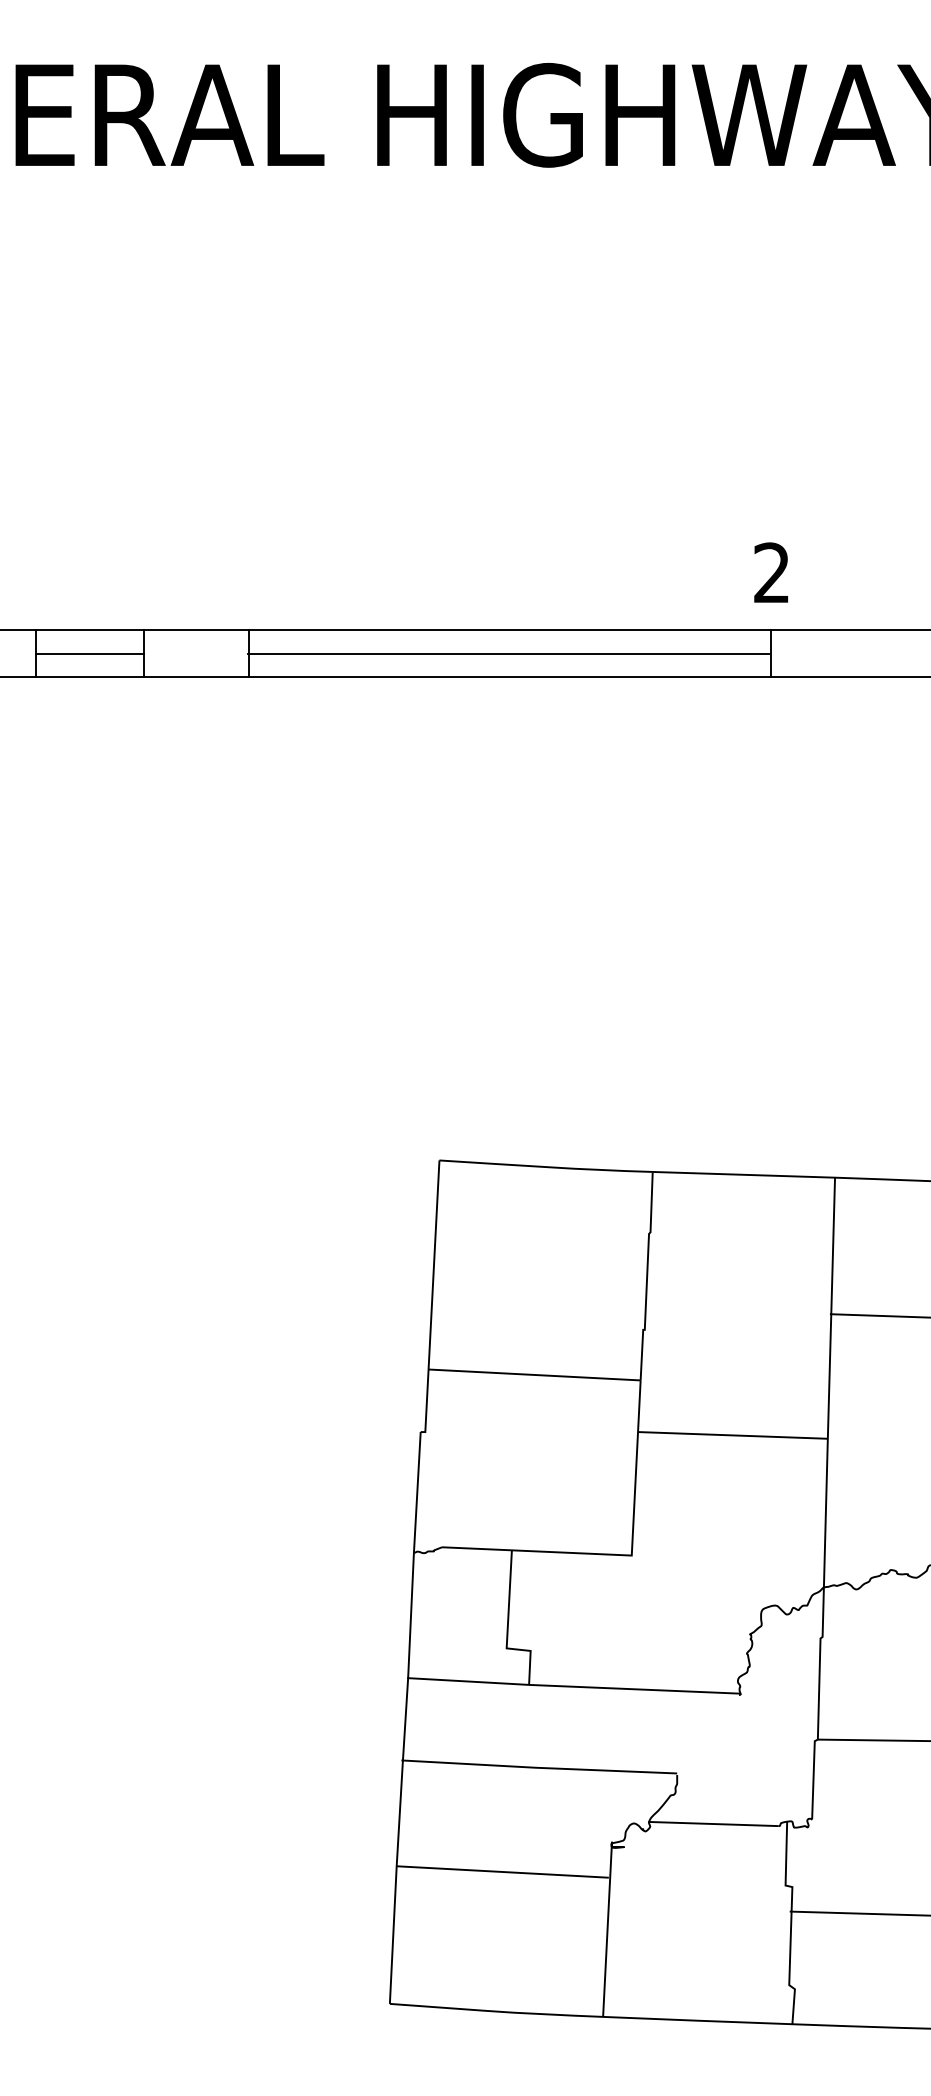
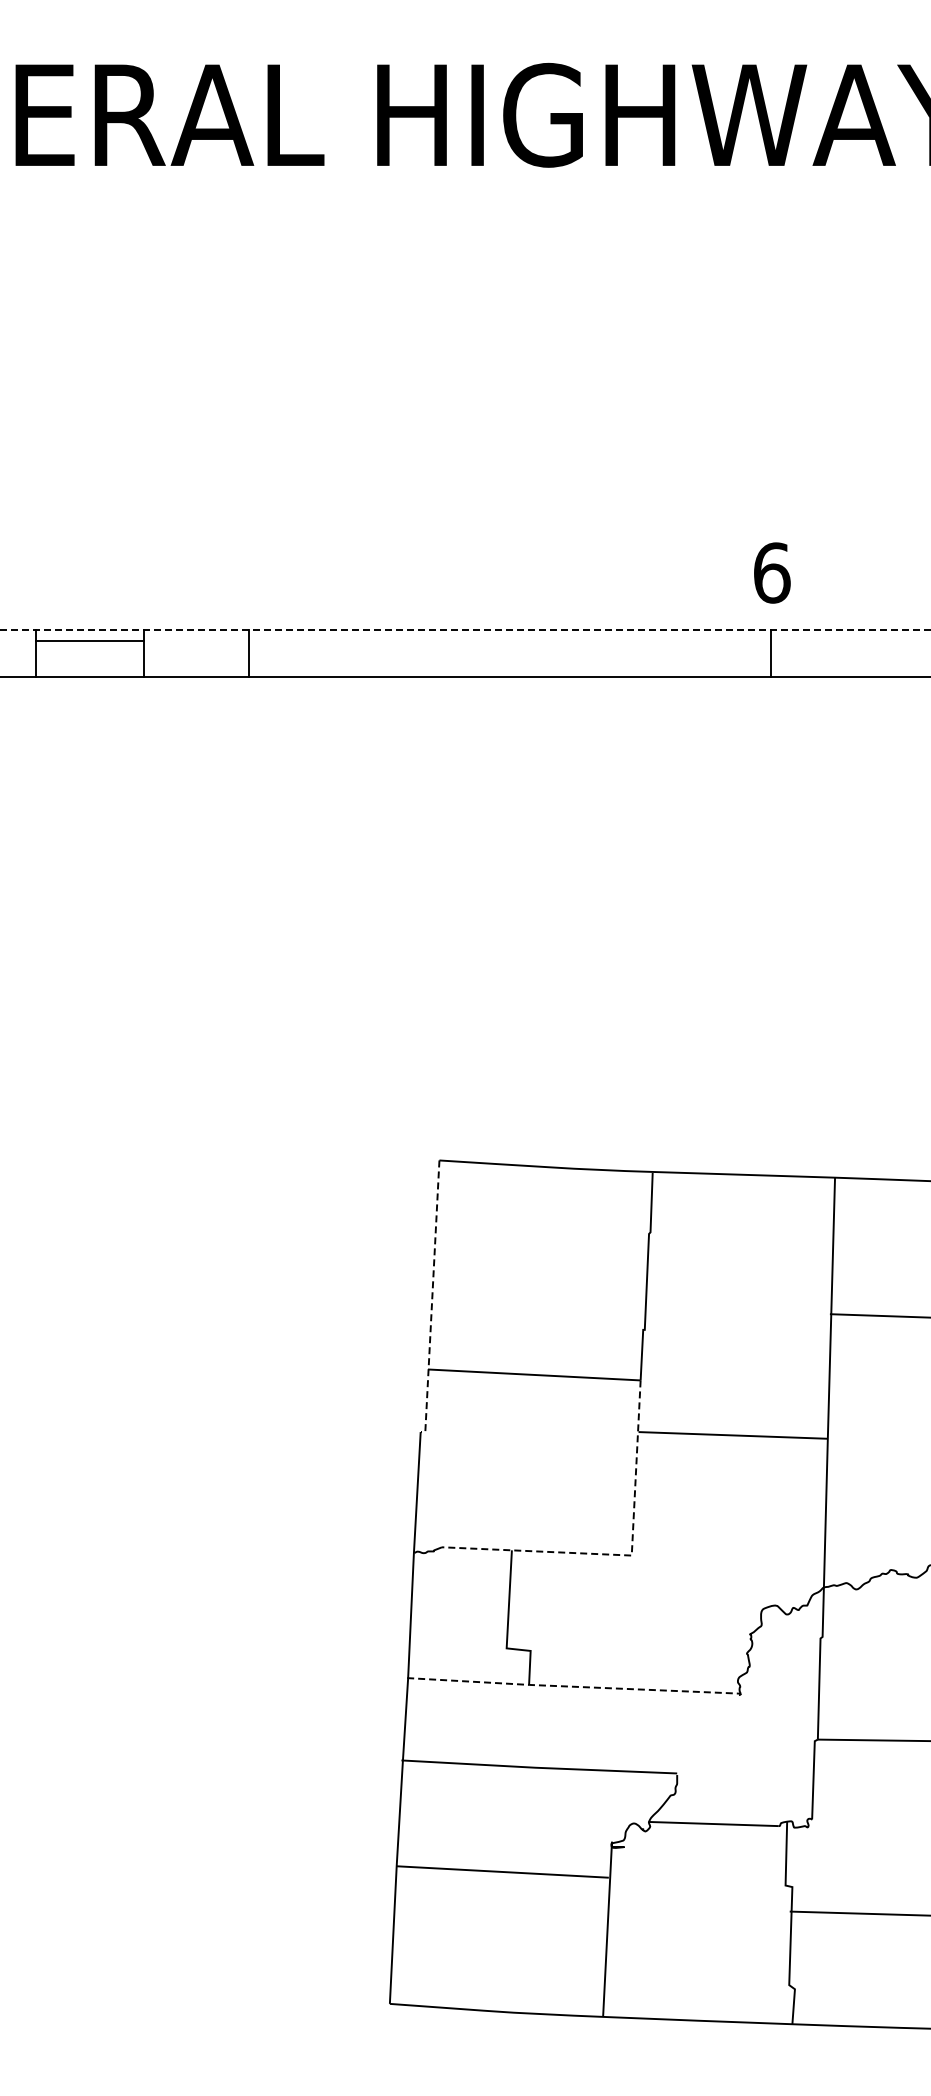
text at (772, 572): 2 -> 6
line at (465, 629): solid -> dashed
line at (89, 653) position: (89, 653) -> (89, 640)
line at (508, 653): present -> none
line at (432, 1299): solid -> dashed
line at (624, 1555): solid -> dashed
line at (573, 1686): solid -> dashed
